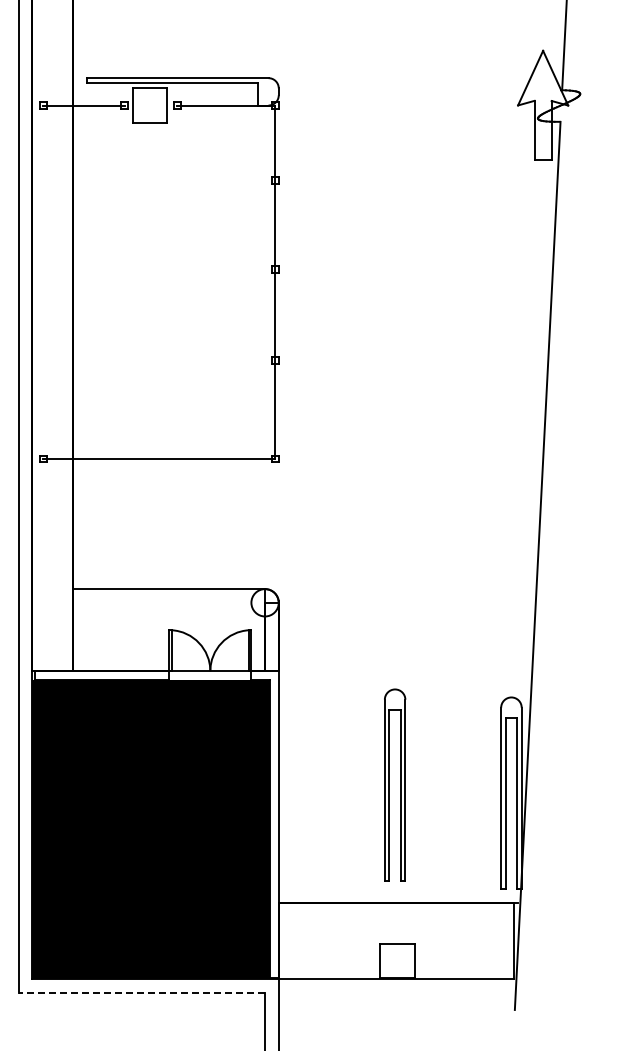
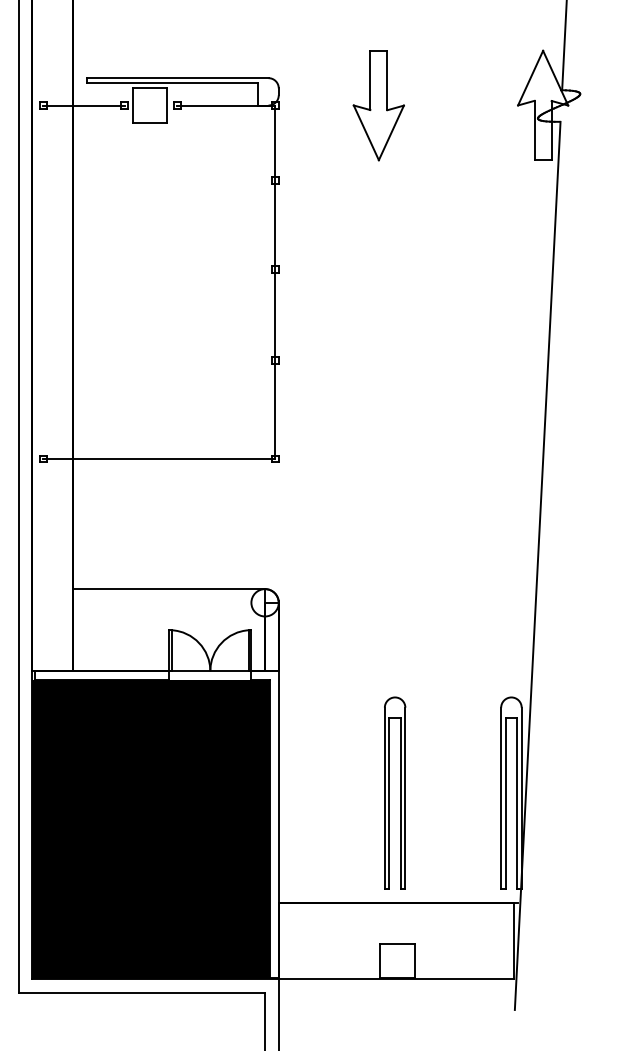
part at (378, 105): none -> present
part at (395, 784) position: (395, 784) -> (395, 792)
line at (141, 992): dashed -> solid
